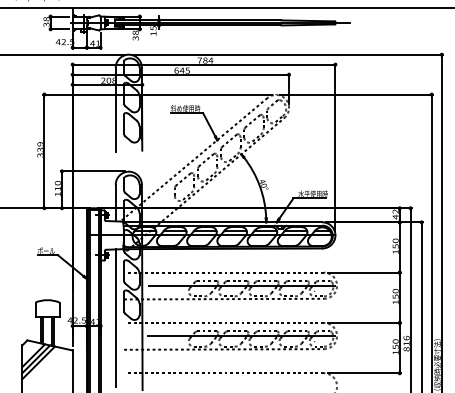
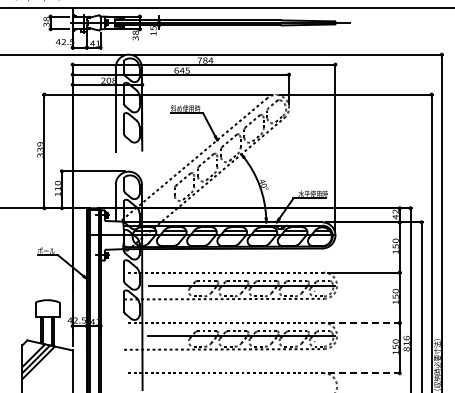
line at (115, 318): present -> none
line at (364, 322): solid -> dashed
line at (364, 373): solid -> dashed
